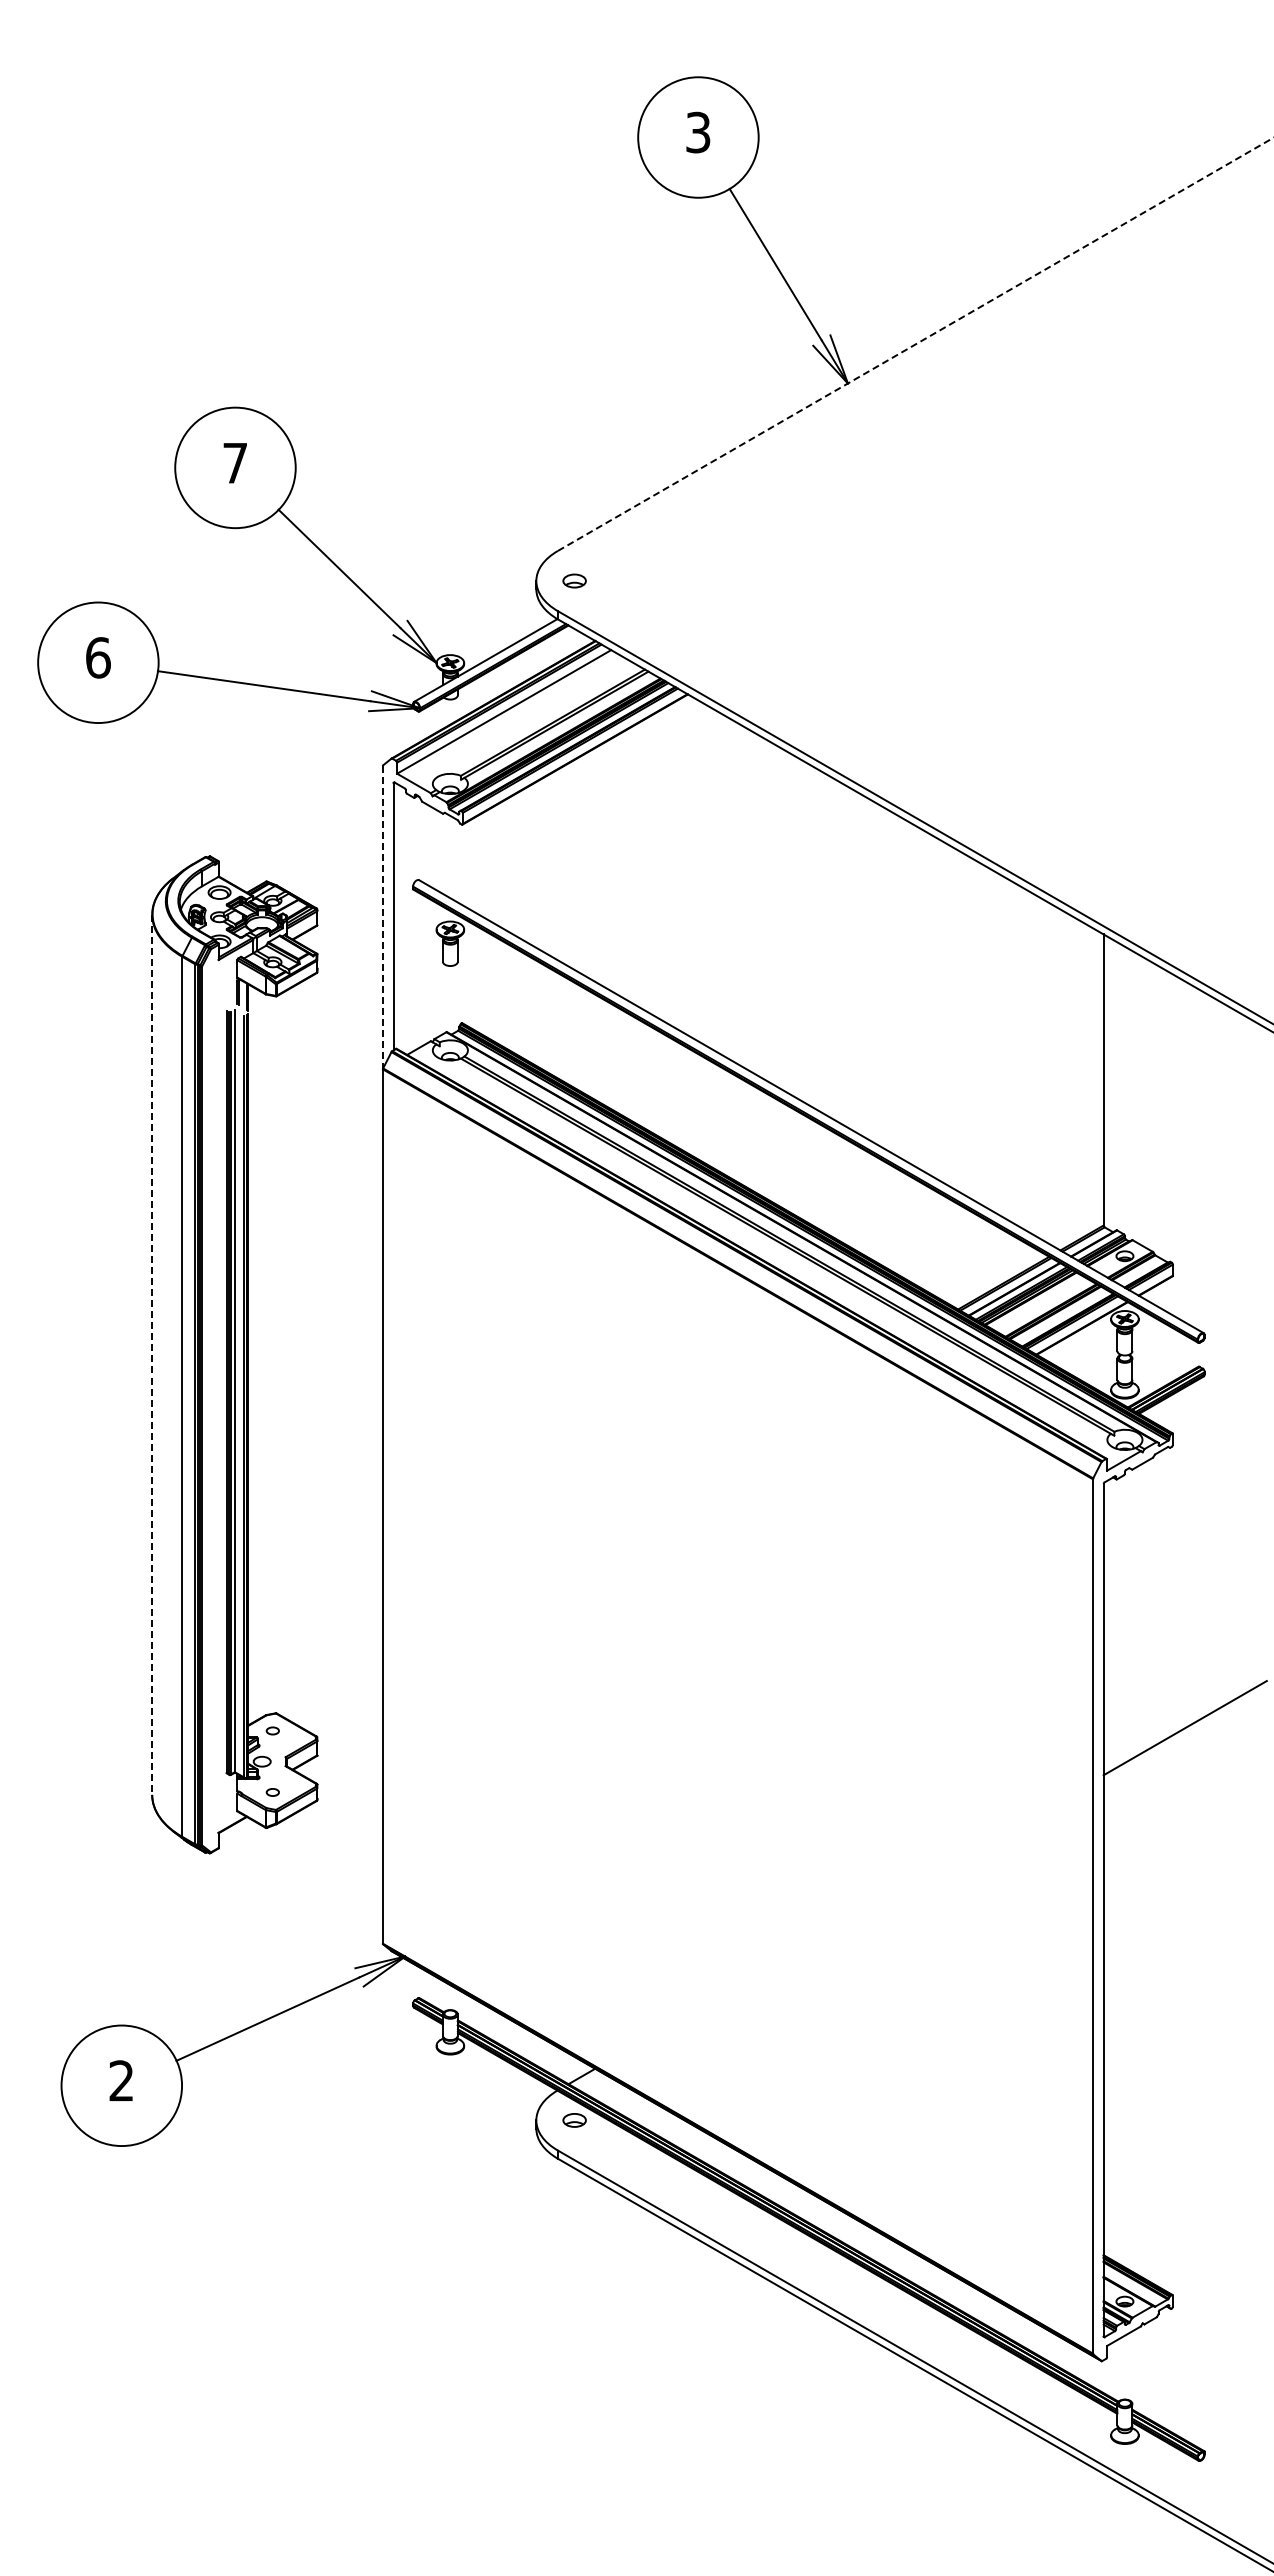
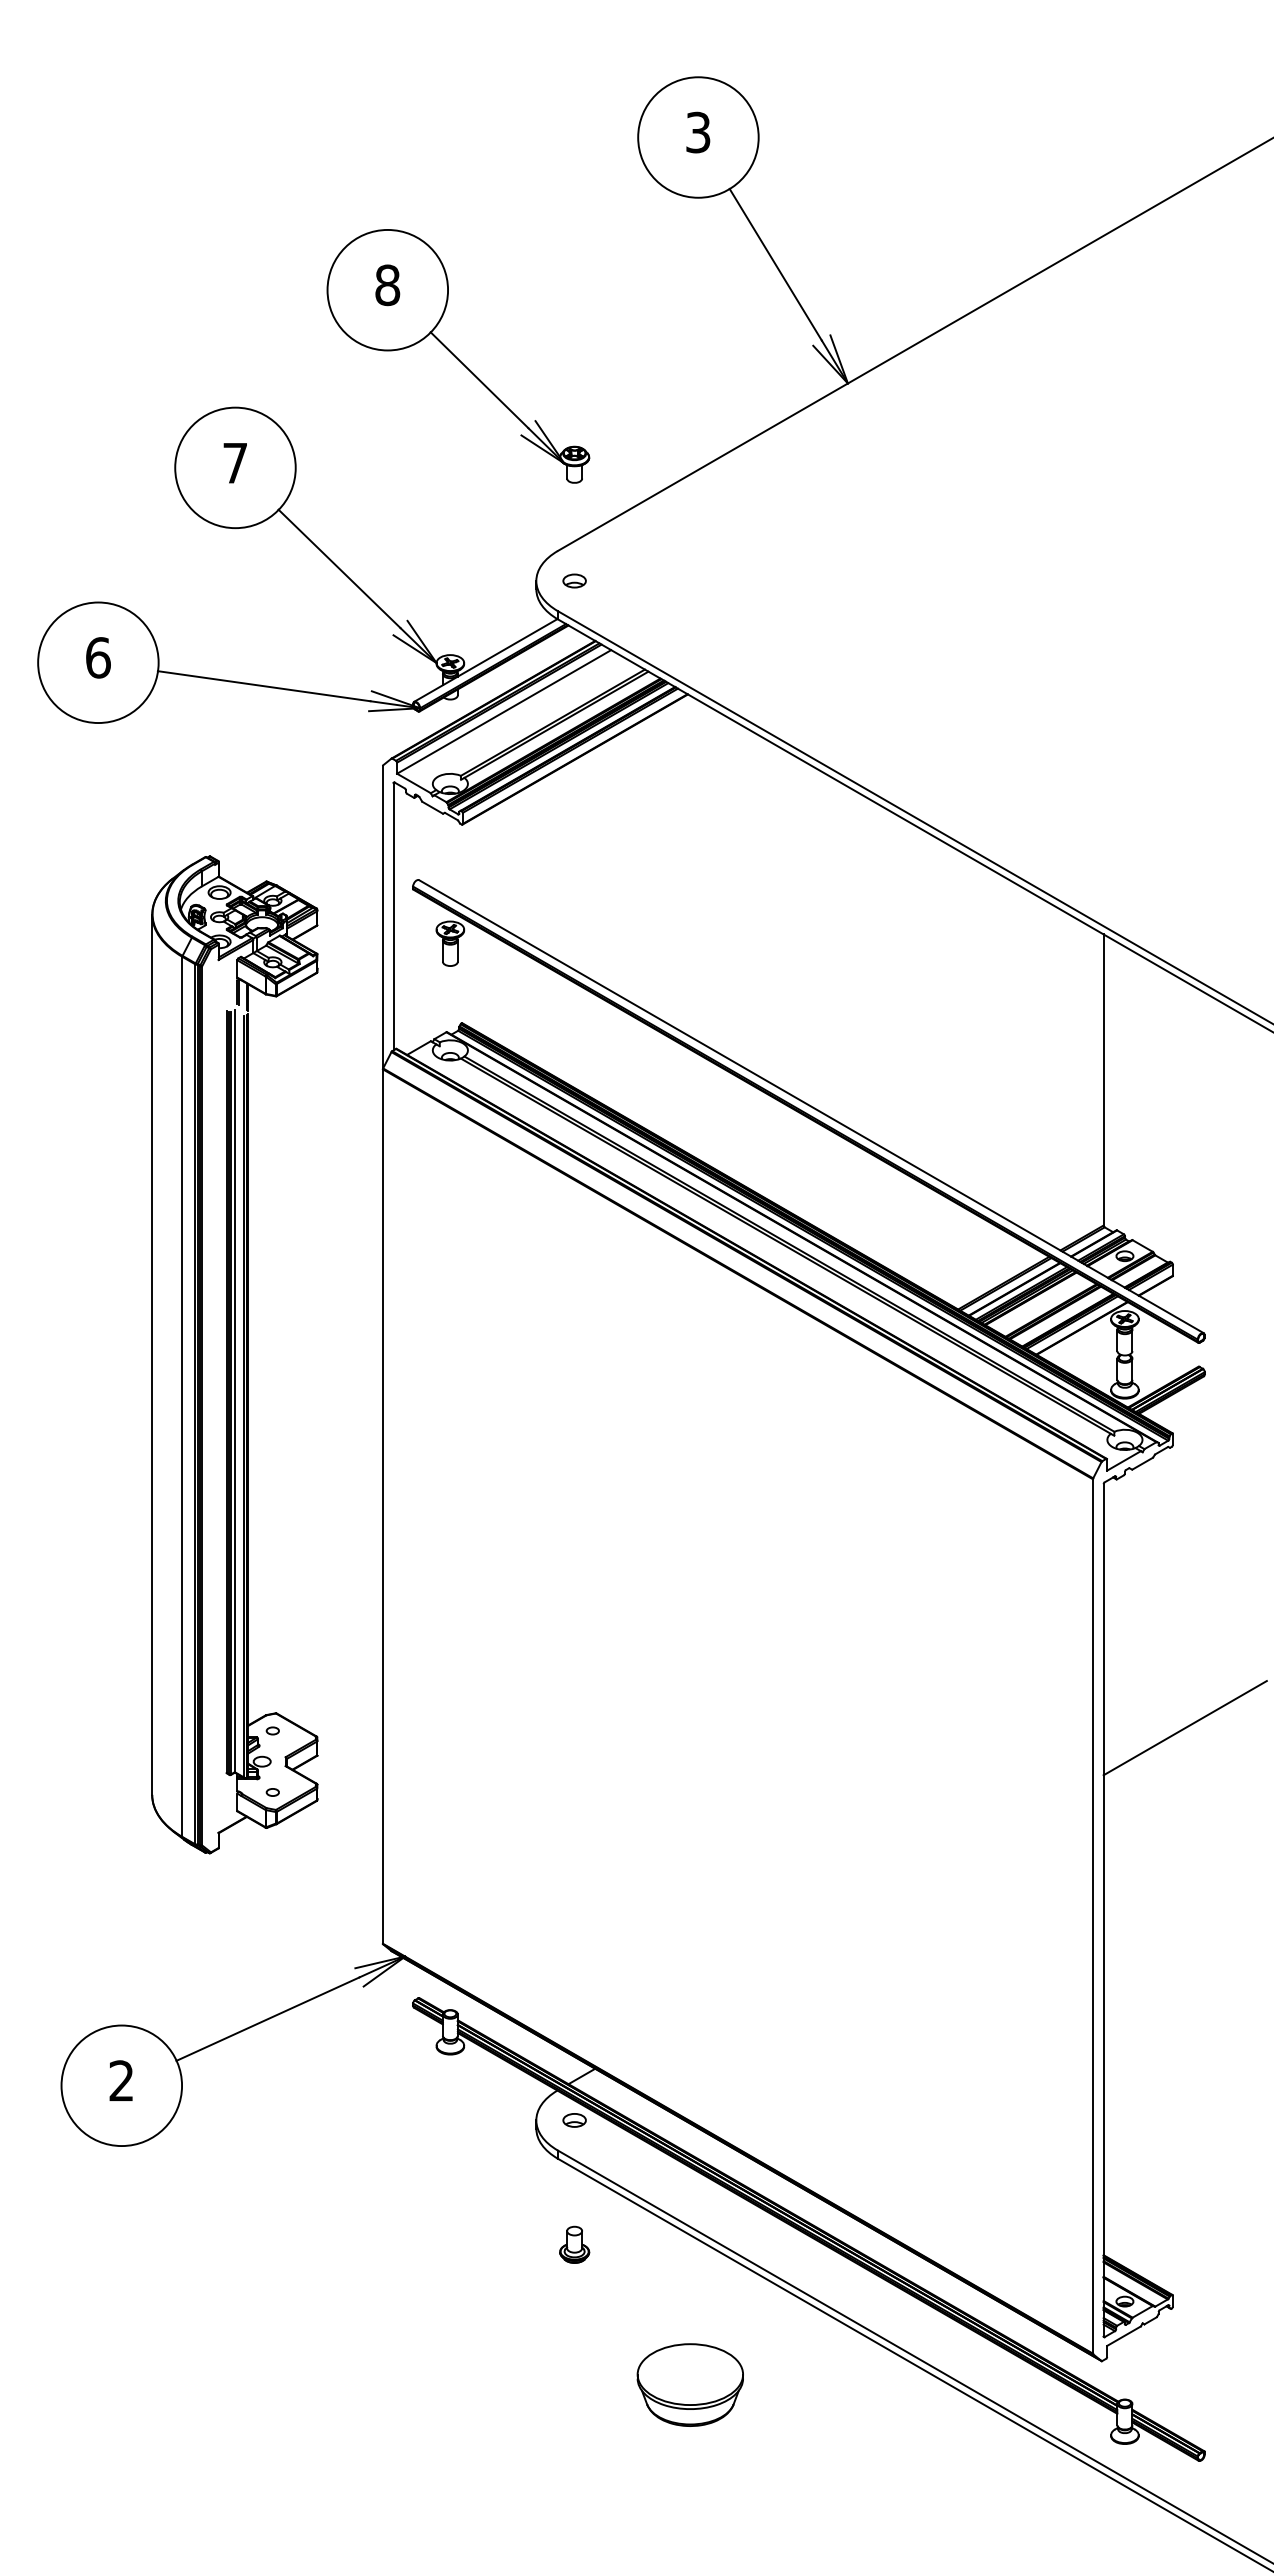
line at (915, 344): dashed -> solid
part at (458, 356): none -> present
line at (382, 917): dashed -> solid
line at (152, 1355): dashed -> solid
part at (574, 2244): none -> present
part at (689, 2384): none -> present
